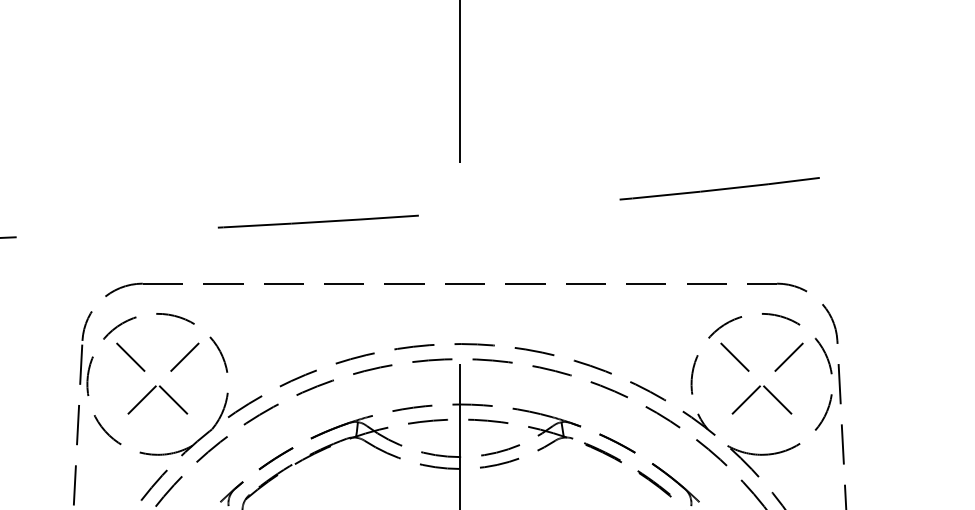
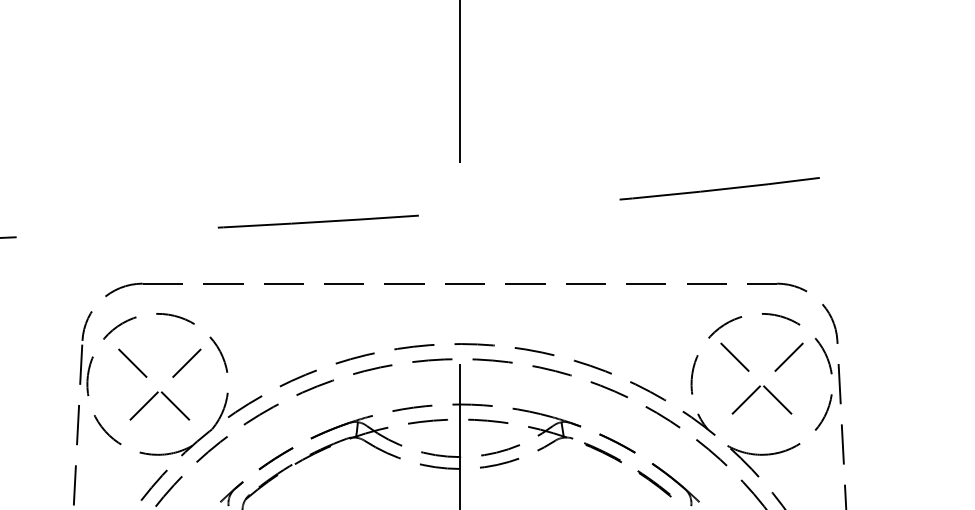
part at (156, 385) position: (156, 385) -> (158, 391)
